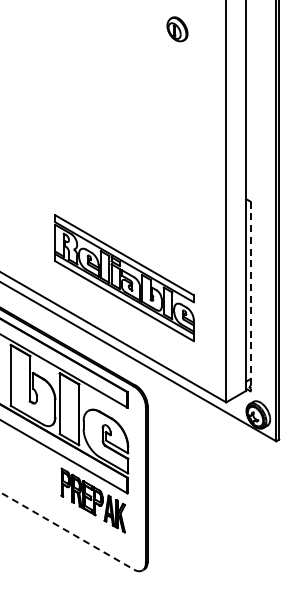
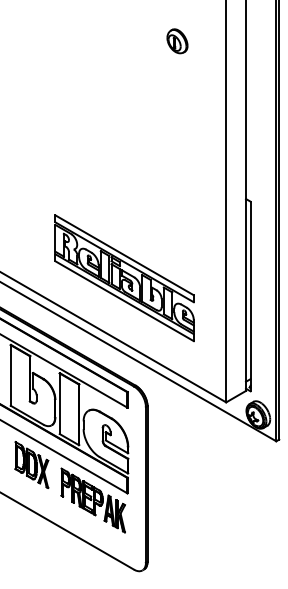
part at (177, 29) position: (177, 29) -> (177, 41)
line at (250, 296): dashed -> solid
part at (31, 464): none -> present
line at (67, 531): dashed -> solid
